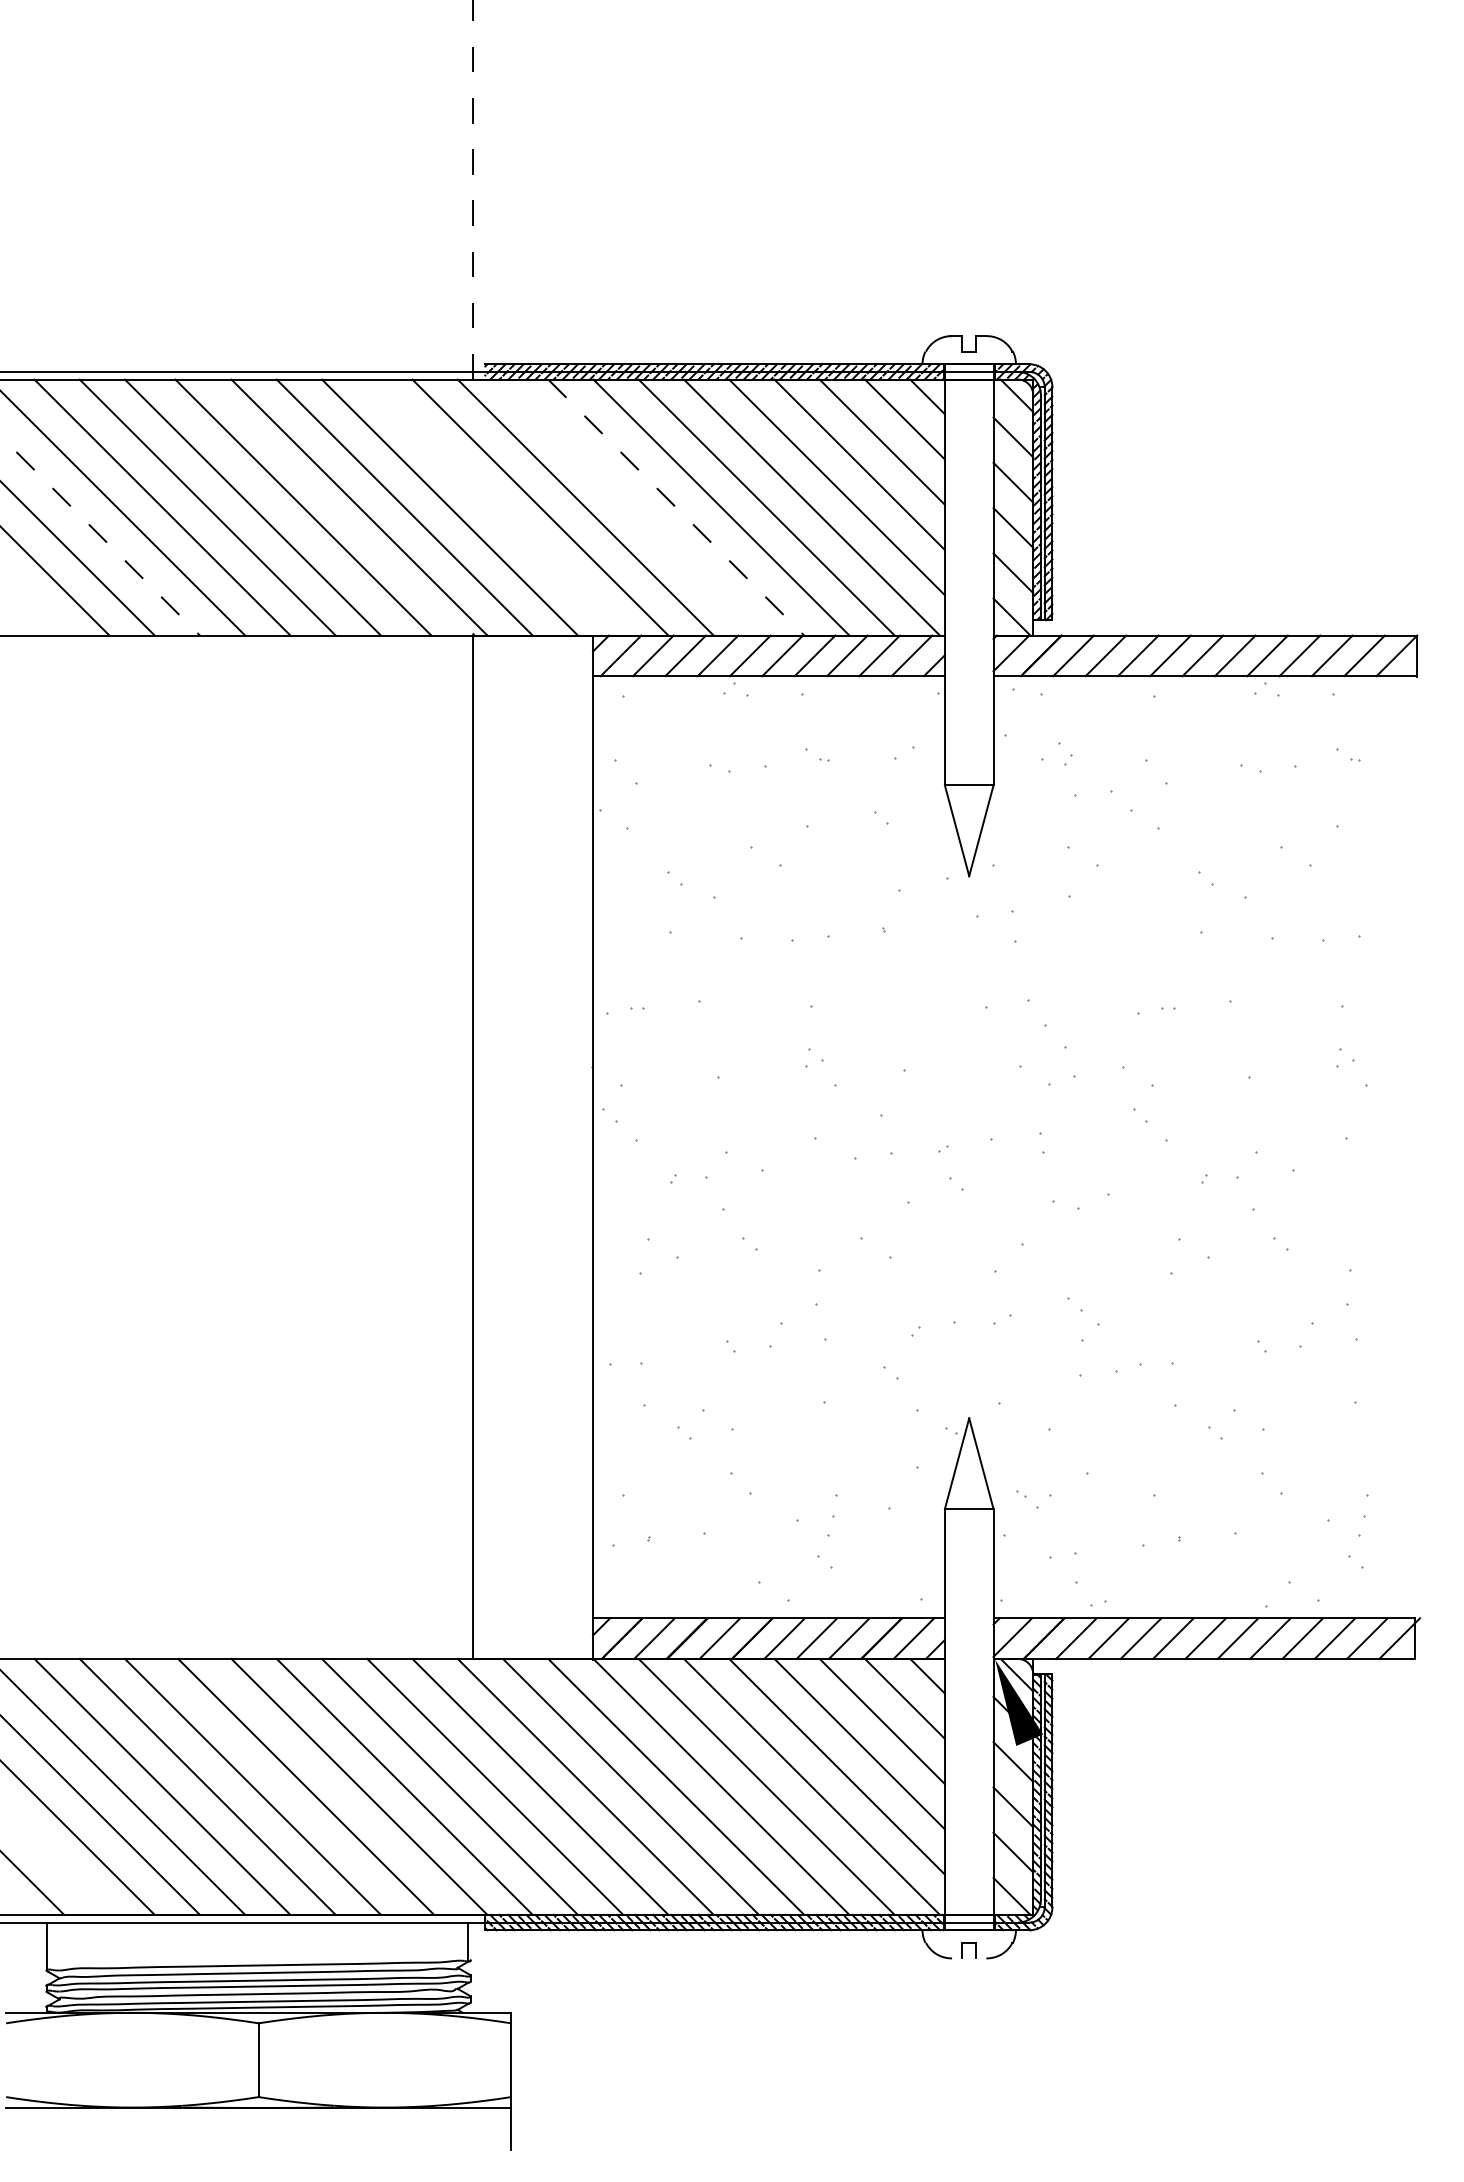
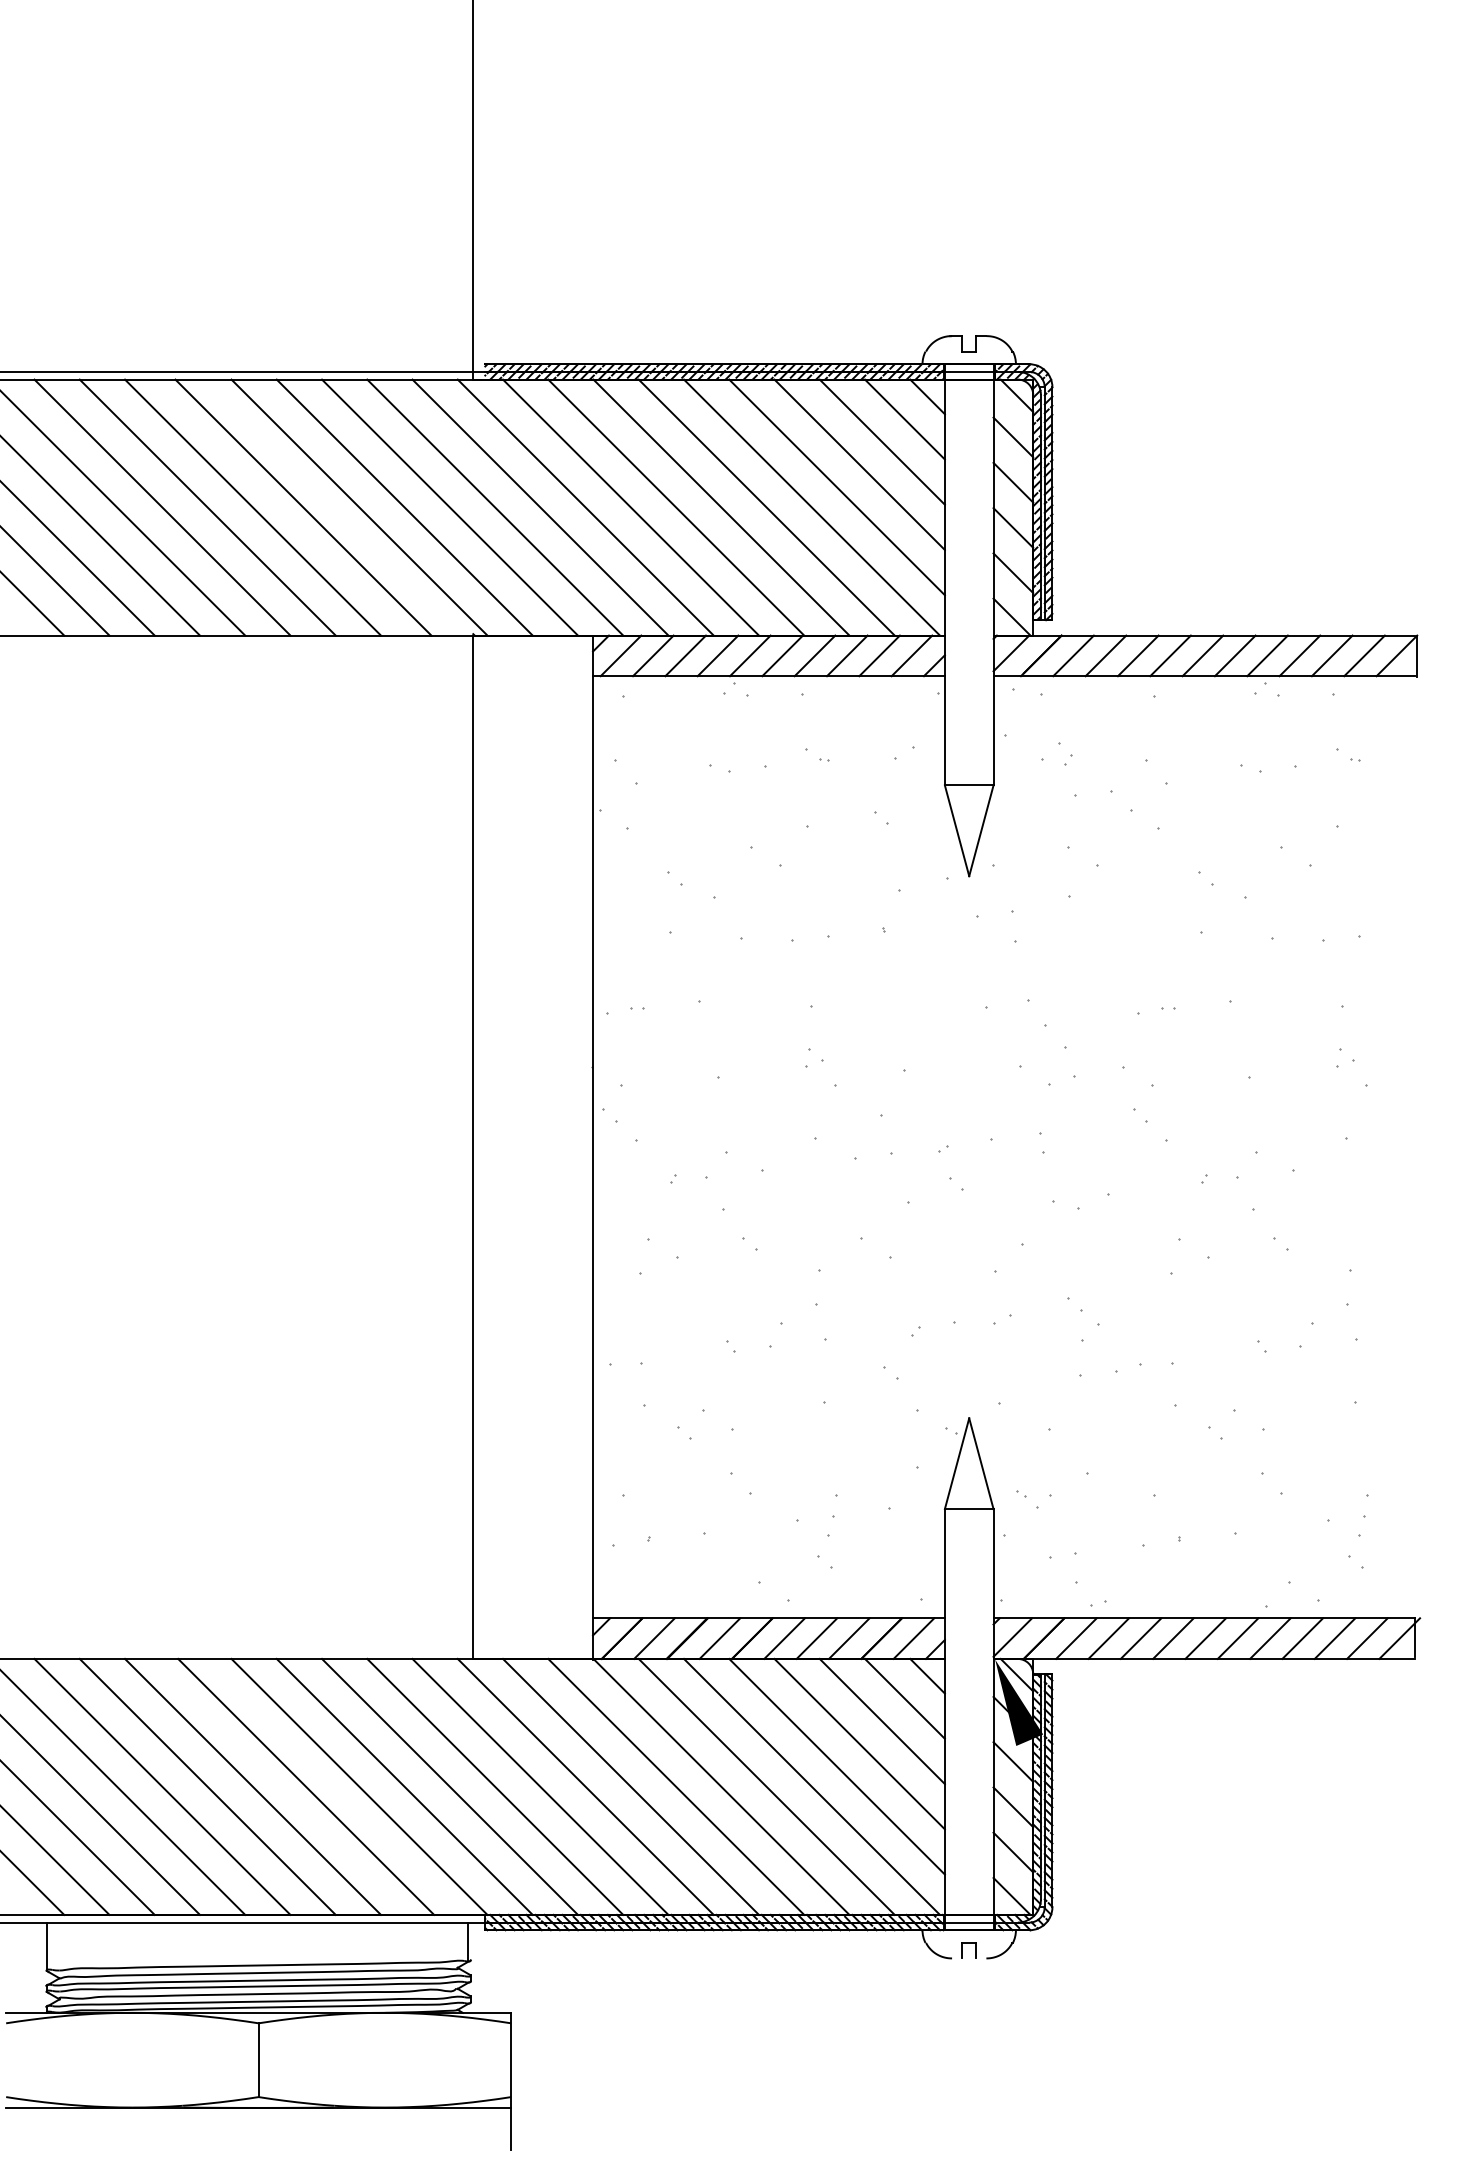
line at (473, 189): dashed -> solid
line at (495, 507): none -> present
line at (631, 507): none -> present
line at (676, 507): dashed -> solid
line at (100, 535): dashed -> solid
line at (33, 604): none -> present
line at (55, 1860): none -> present
